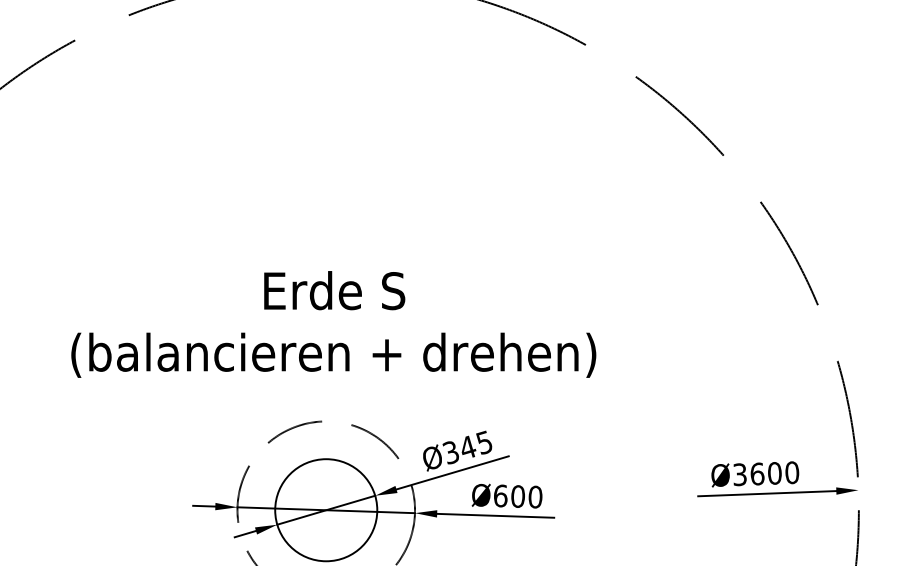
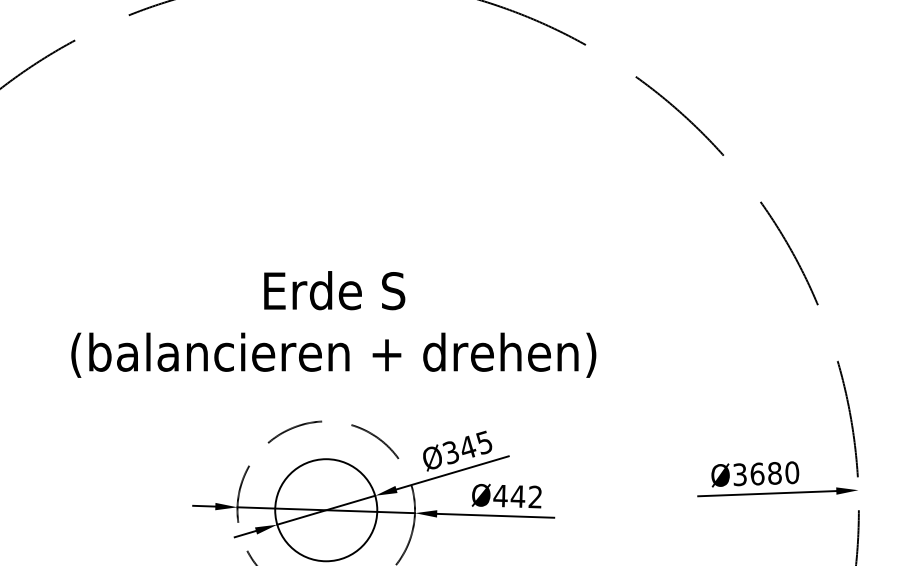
text at (774, 473): Ø3600 -> Ø3680
text at (517, 496): Ø600 -> Ø442
